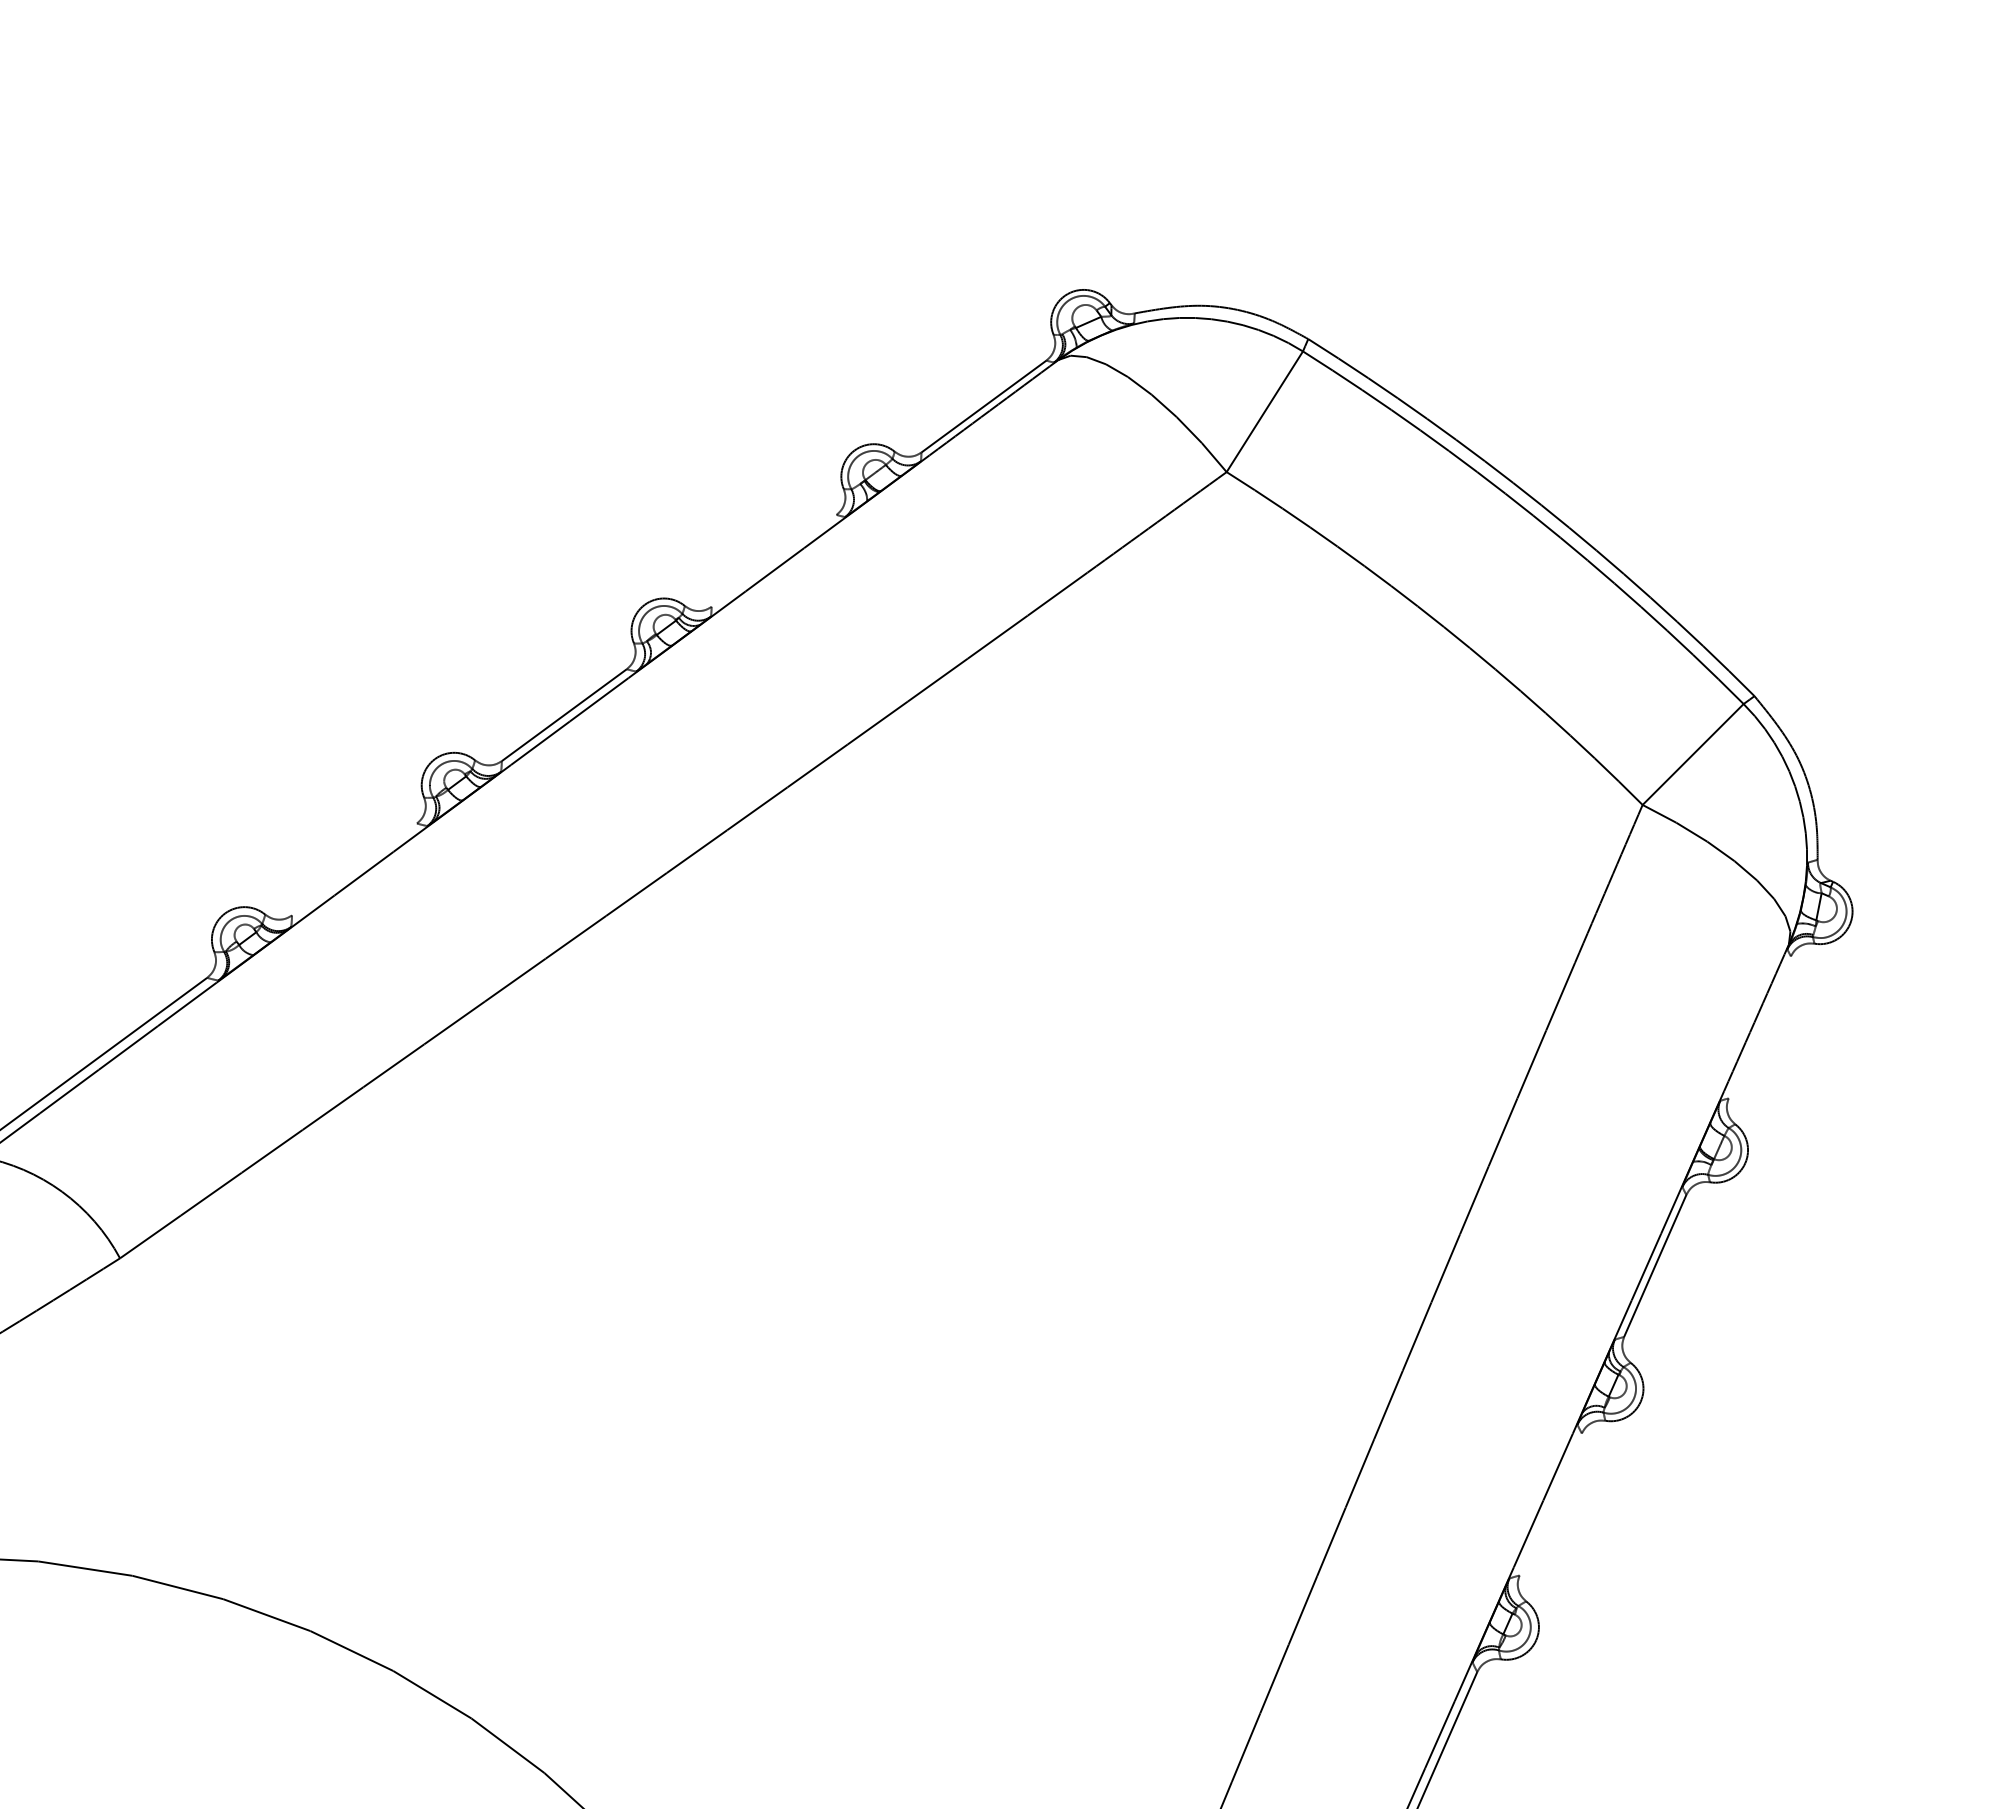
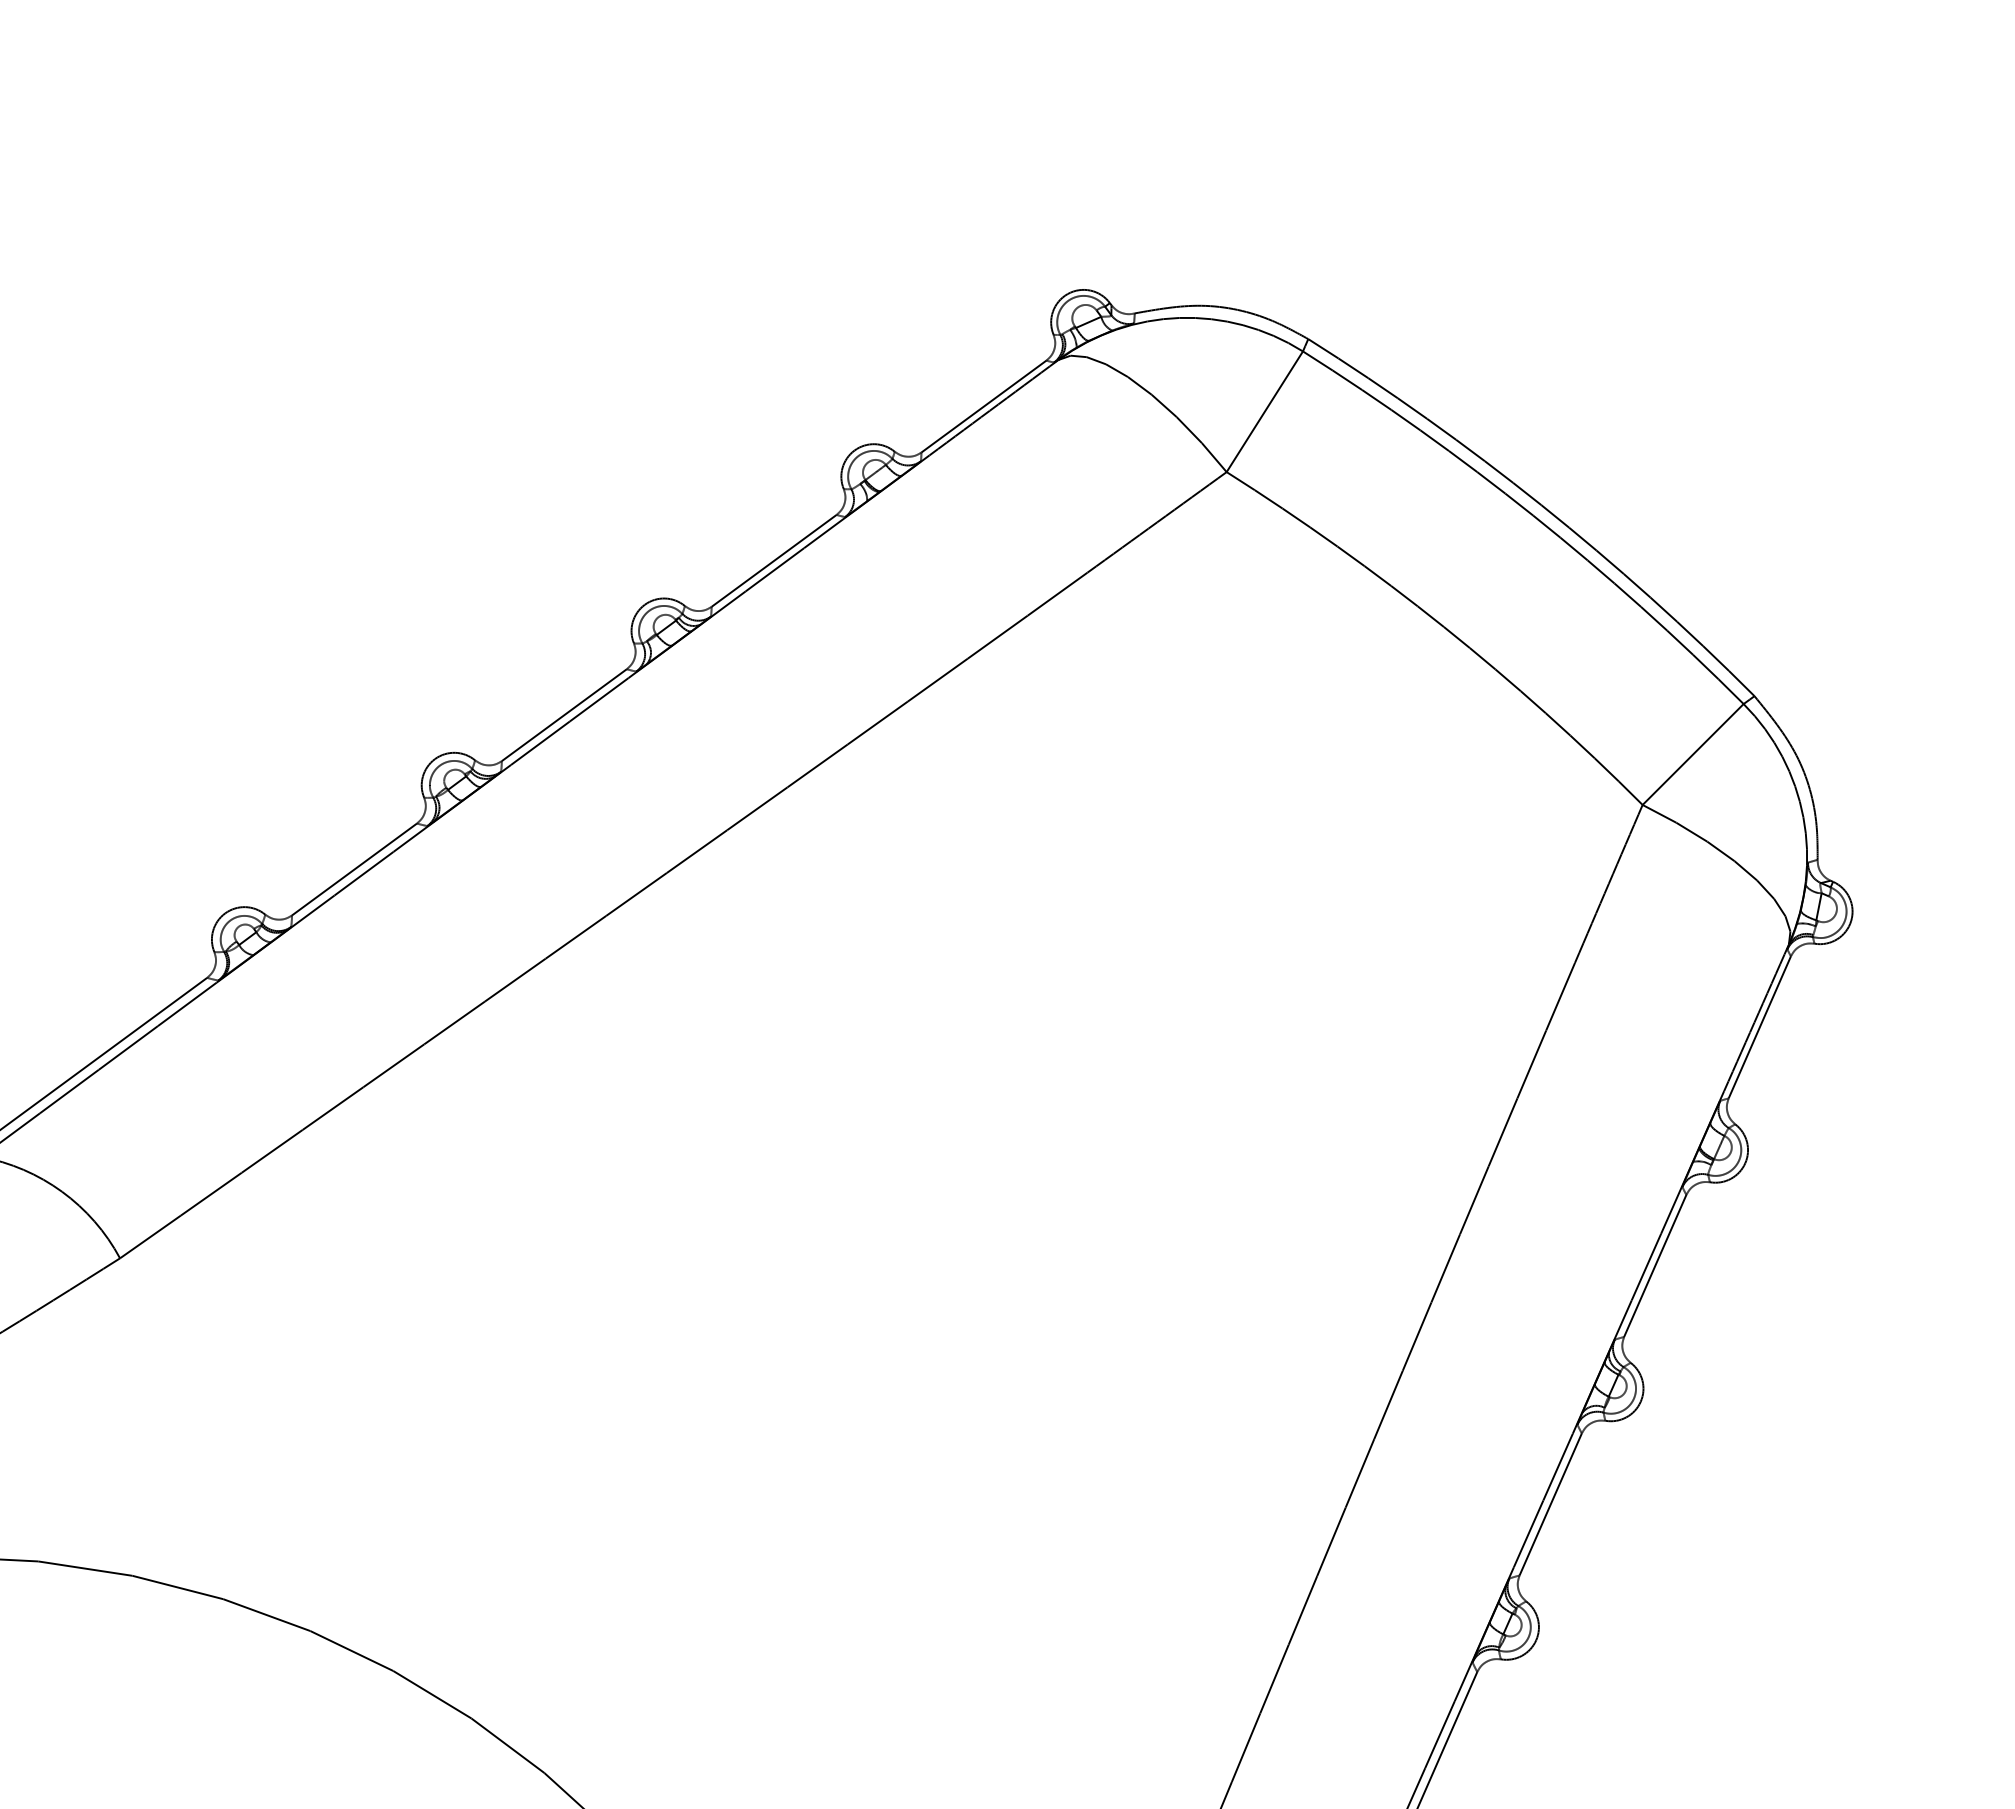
line at (773, 560): none -> present
line at (354, 869): none -> present
line at (1759, 1027): none -> present
line at (1550, 1504): none -> present
